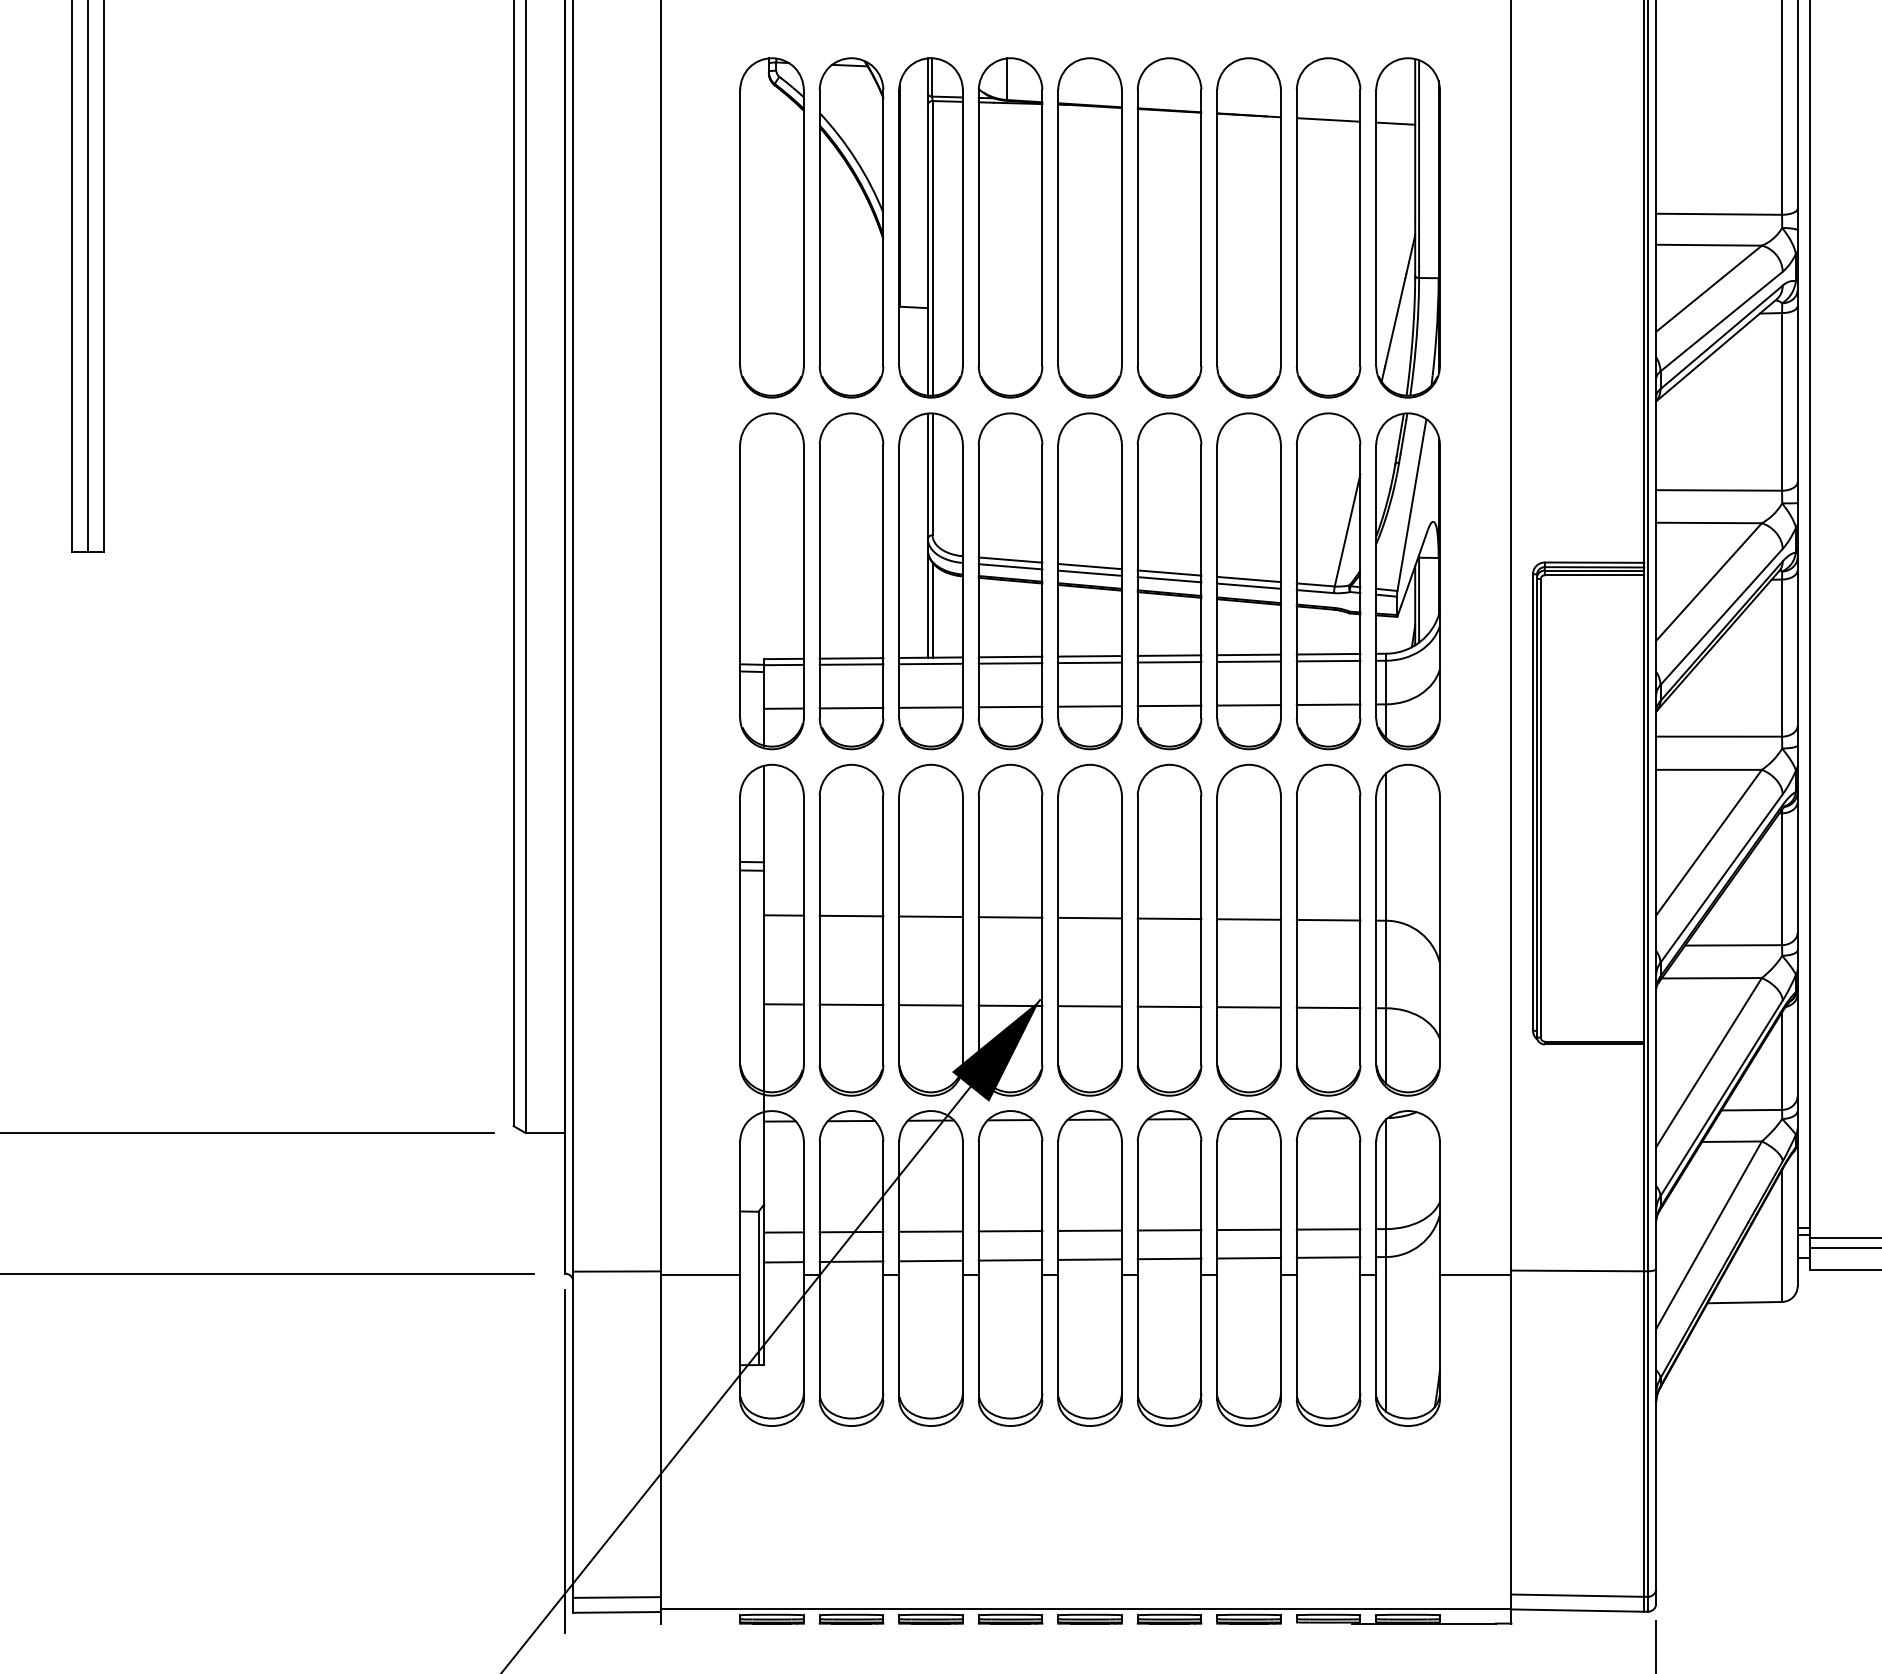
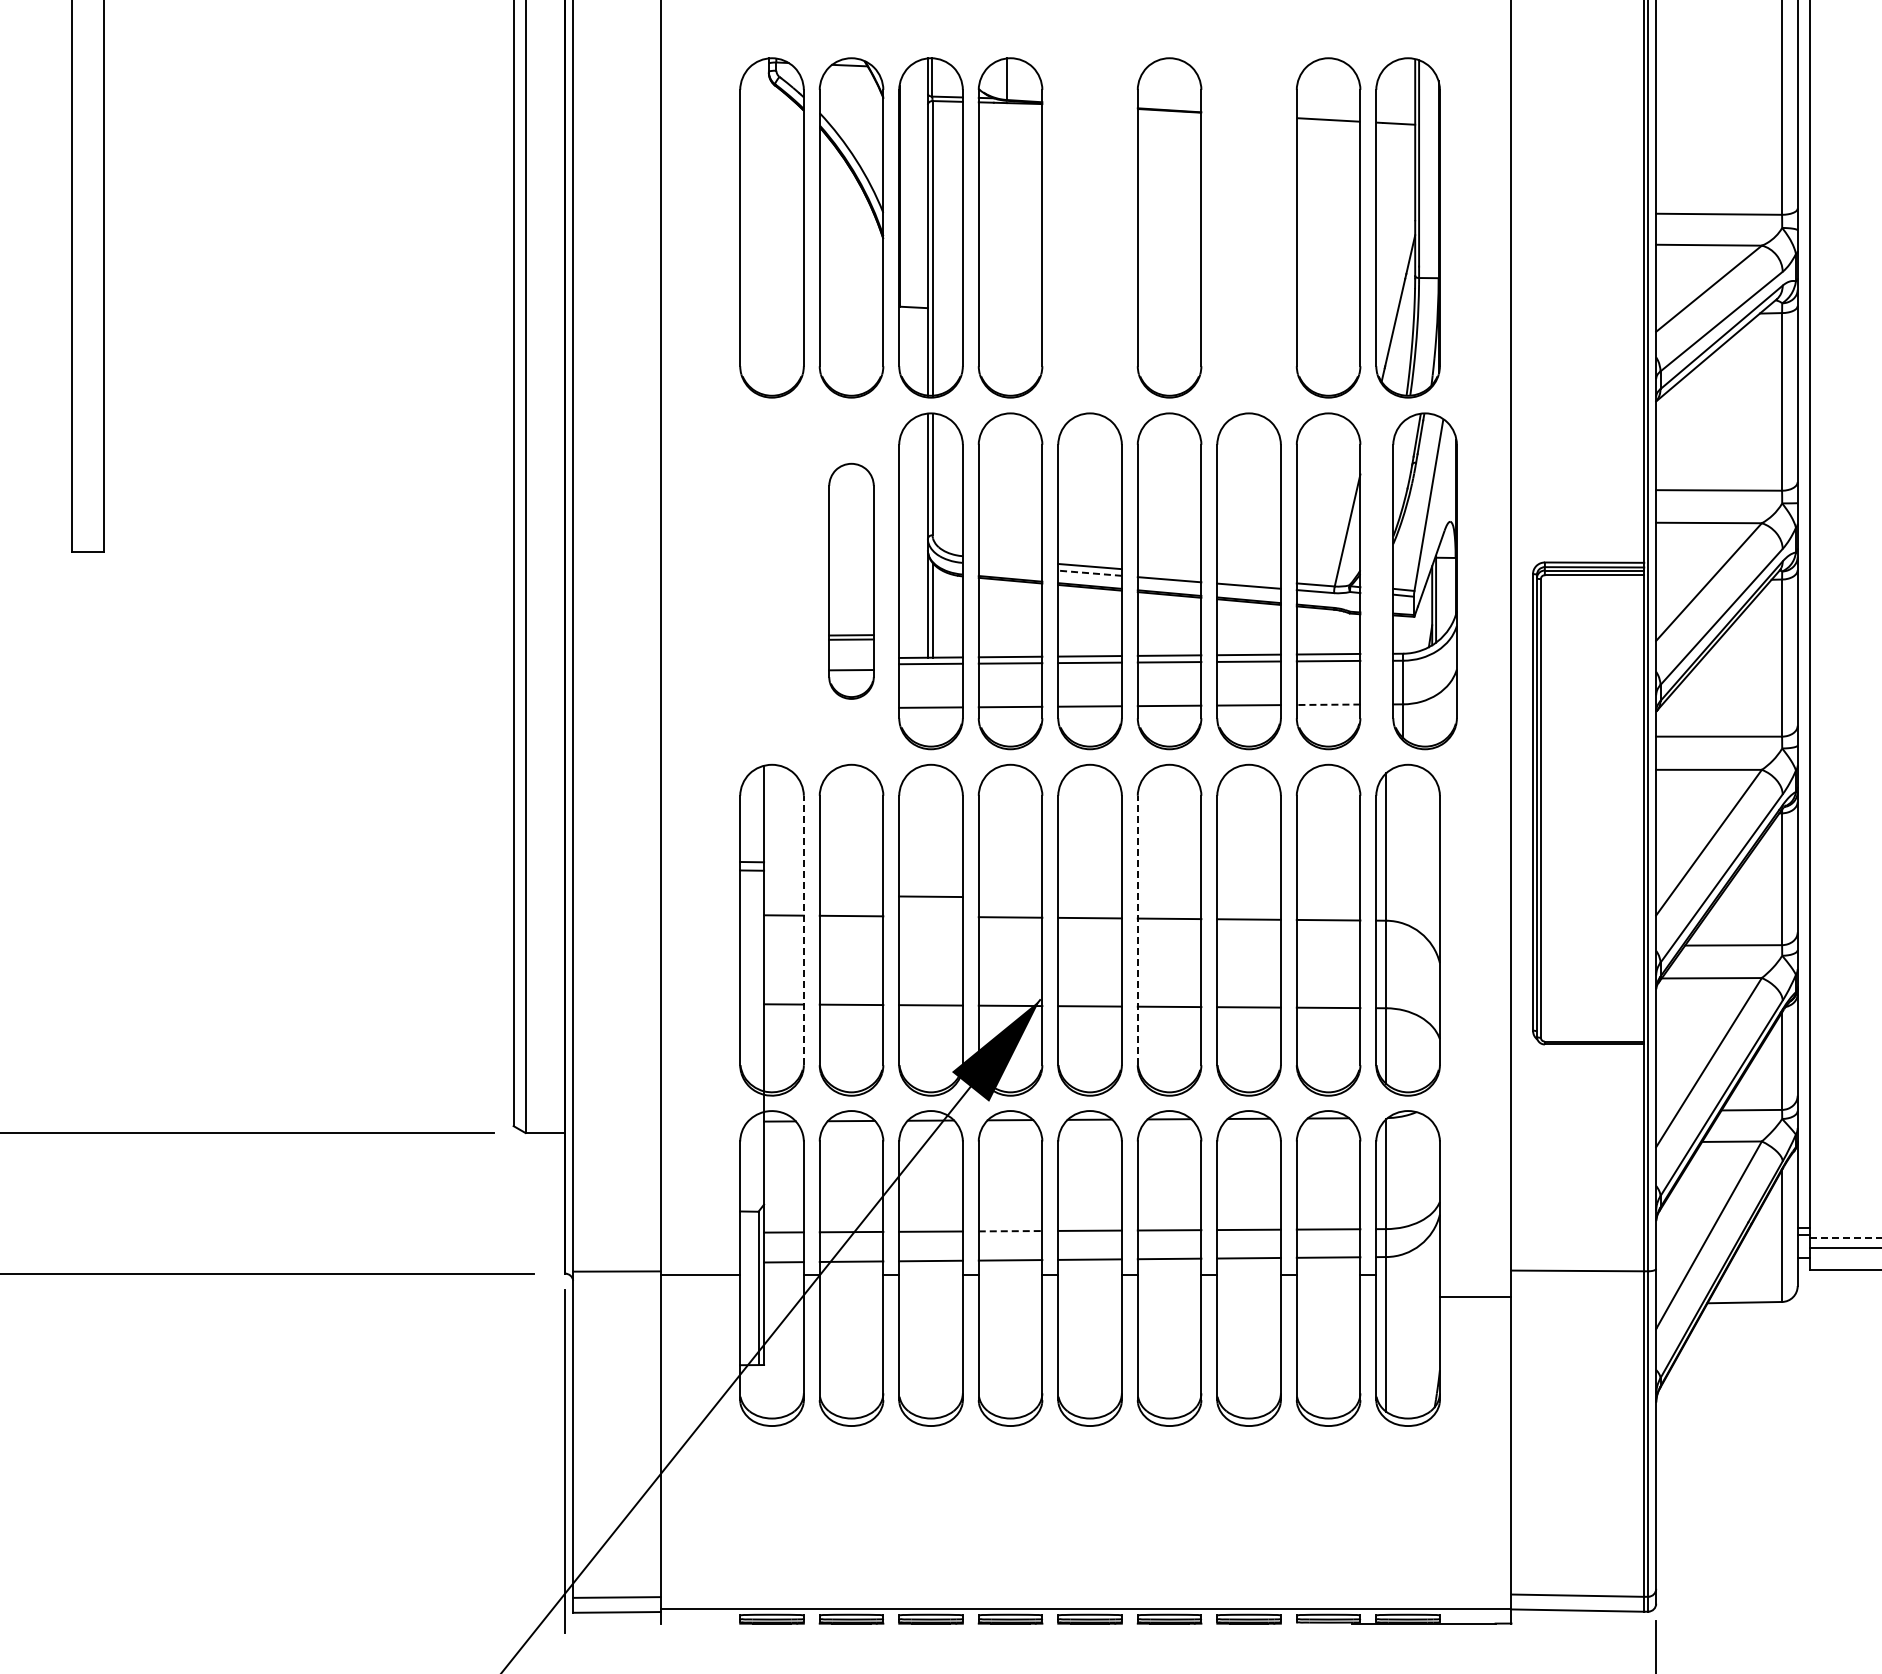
part at (1089, 227): present -> none
part at (1248, 227): present -> none
line at (88, 277): present -> none
line at (1010, 559): present -> none
line at (1010, 566): present -> none
line at (1169, 572): present -> none
line at (1090, 573): solid -> dashed
line at (1248, 579): present -> none
part at (771, 581): present -> none
part at (851, 581) size: 67x339 px -> 47x238 px
part at (1407, 581) position: (1407, 581) -> (1424, 581)
line at (1328, 704): solid -> dashed
line at (930, 916) position: (930, 916) -> (930, 896)
line at (803, 930): solid -> dashed
line at (1137, 930): solid -> dashed
line at (1010, 1231): solid -> dashed
line at (1845, 1238): solid -> dashed
line at (1475, 1275) position: (1475, 1275) -> (1475, 1297)
